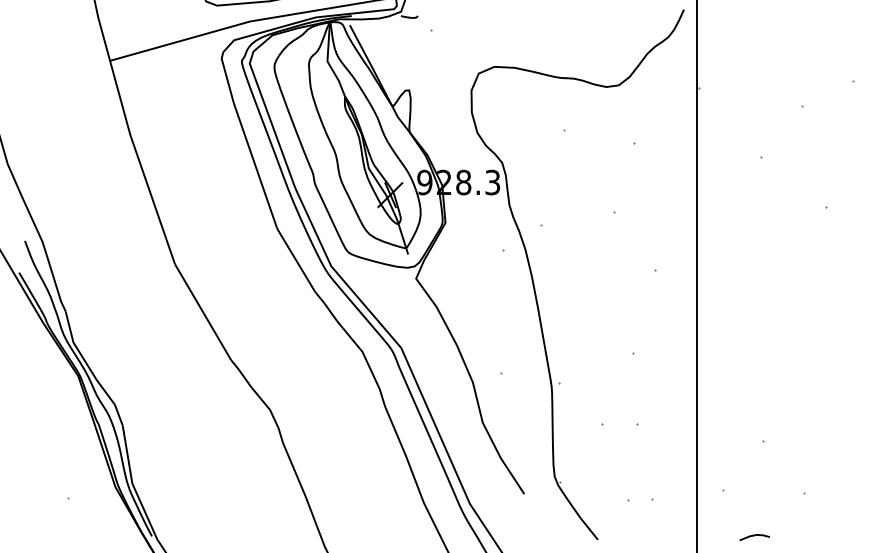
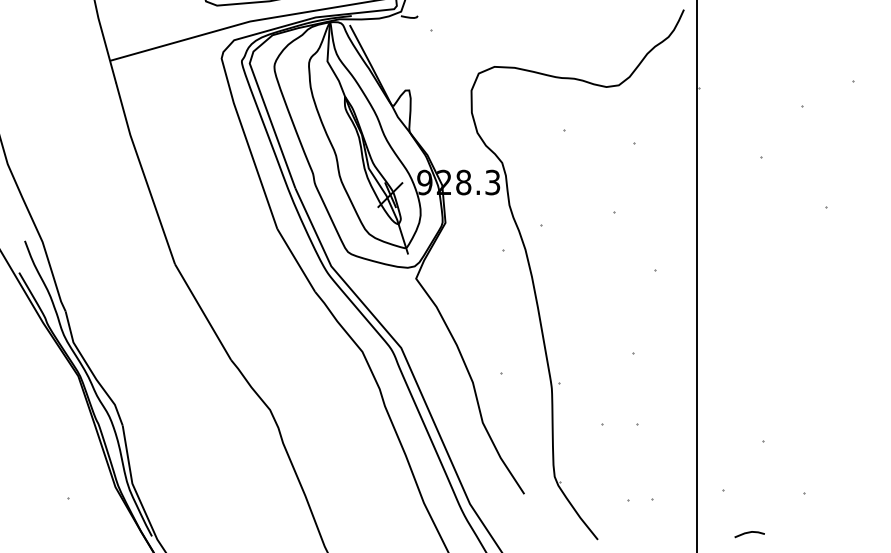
line at (754, 536) position: (754, 536) -> (749, 533)
